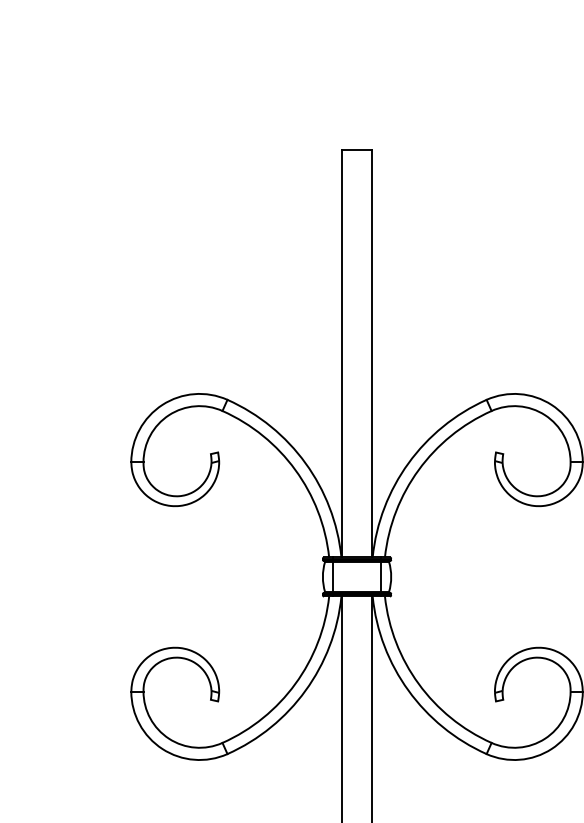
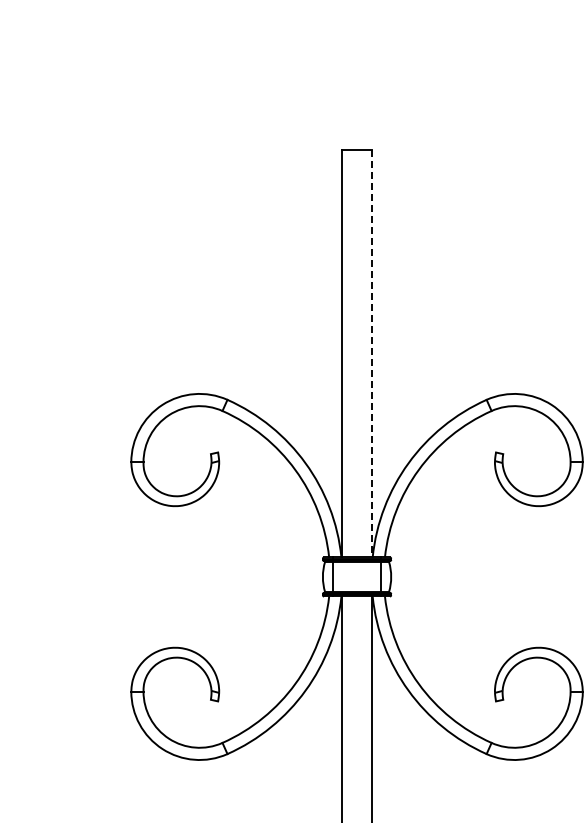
line at (371, 353): solid -> dashed
